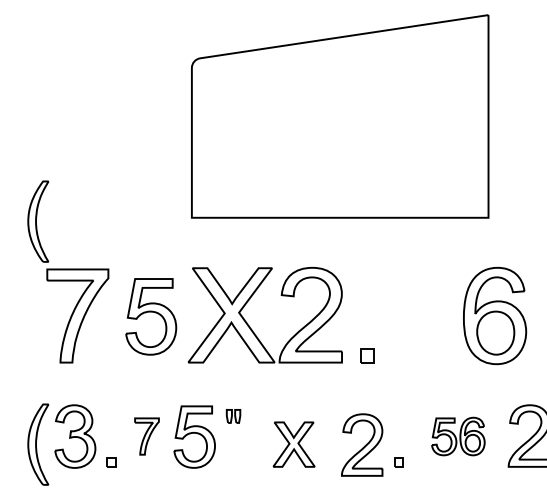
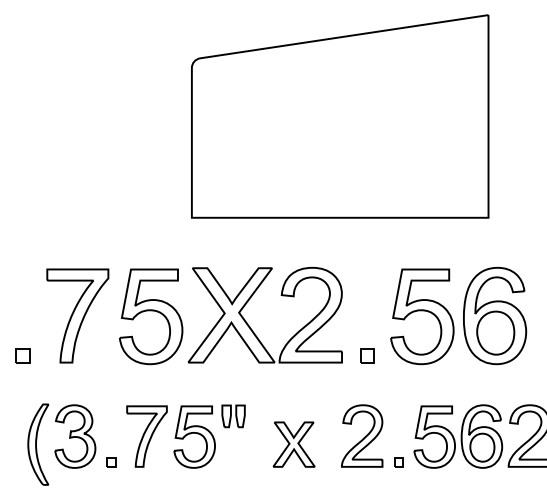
part at (38, 221): present -> none
part at (151, 316) size: 53x78 px -> 65x98 px
part at (422, 316): none -> present
part at (22, 355): none -> present
part at (233, 416) size: 17x15 px -> 25x25 px
part at (146, 436) size: 26x39 px -> 42x63 px
part at (458, 436) size: 55x41 px -> 91x65 px
part at (362, 444) position: (362, 444) -> (362, 435)
